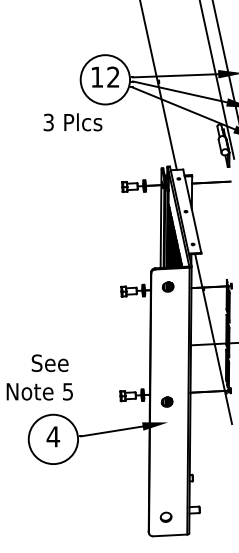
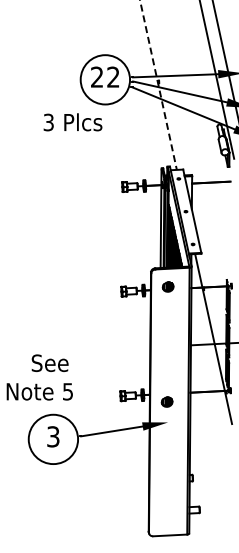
text at (96, 76): 12 -> 22
line at (158, 85): solid -> dashed
text at (53, 436): 4 -> 3
part at (165, 516): present -> none
